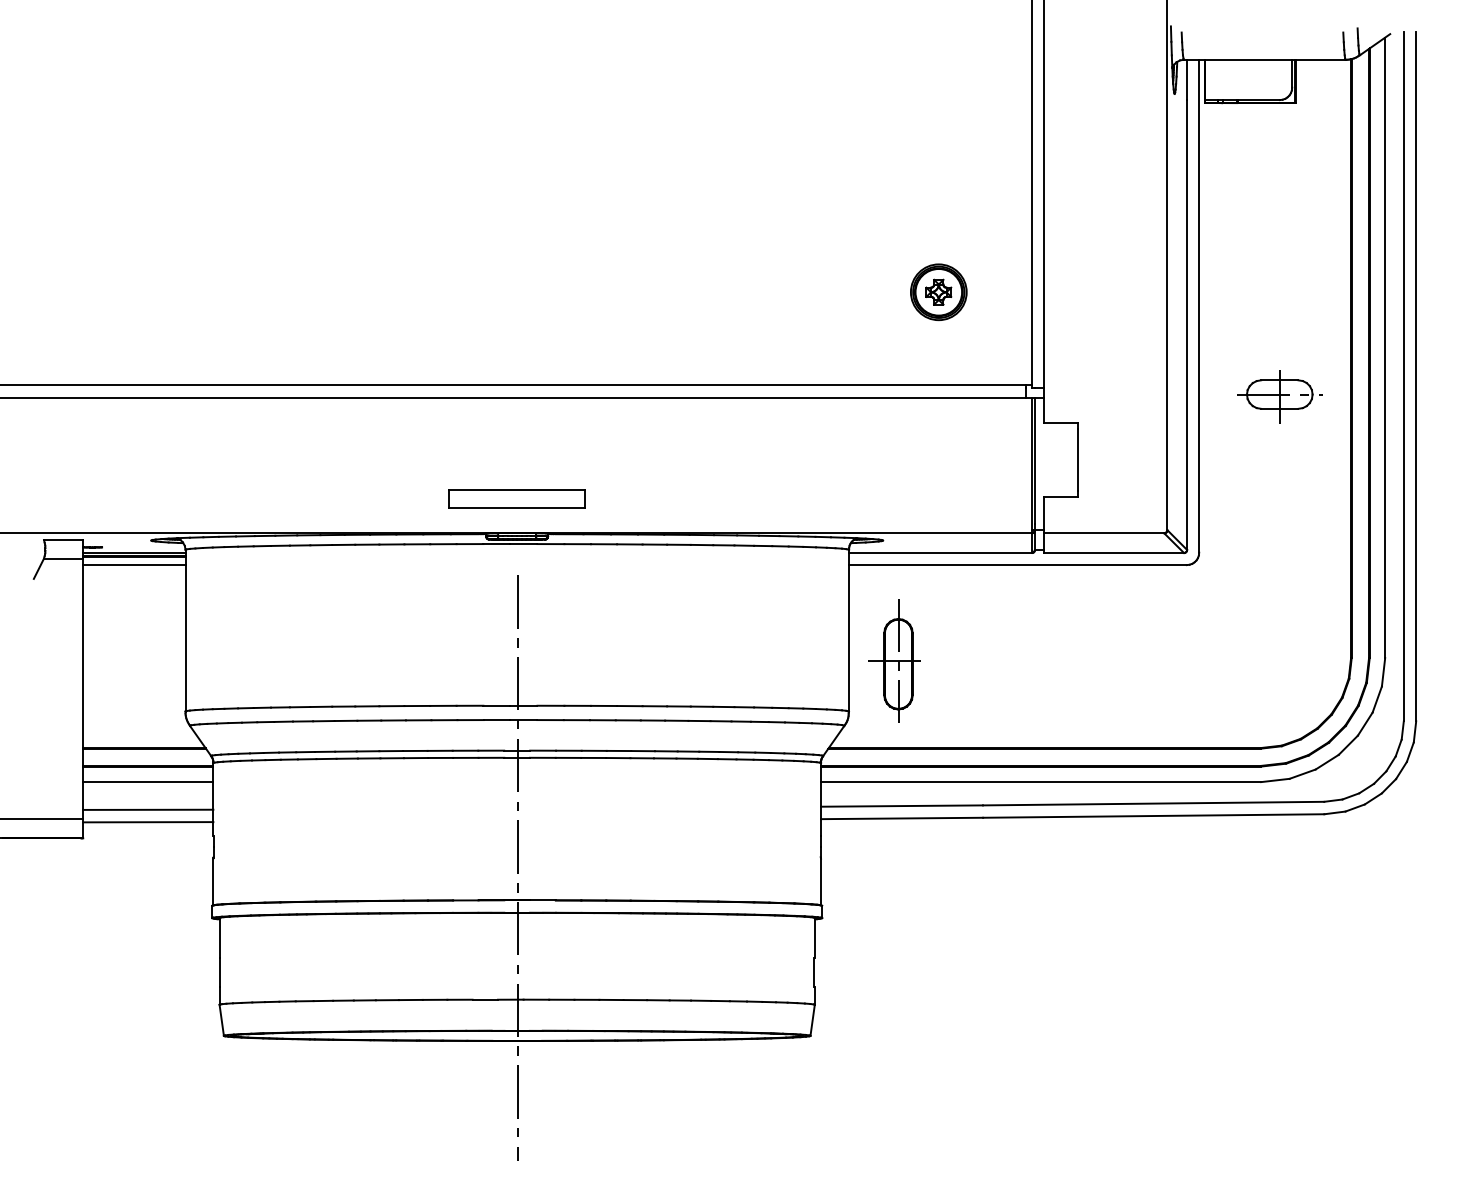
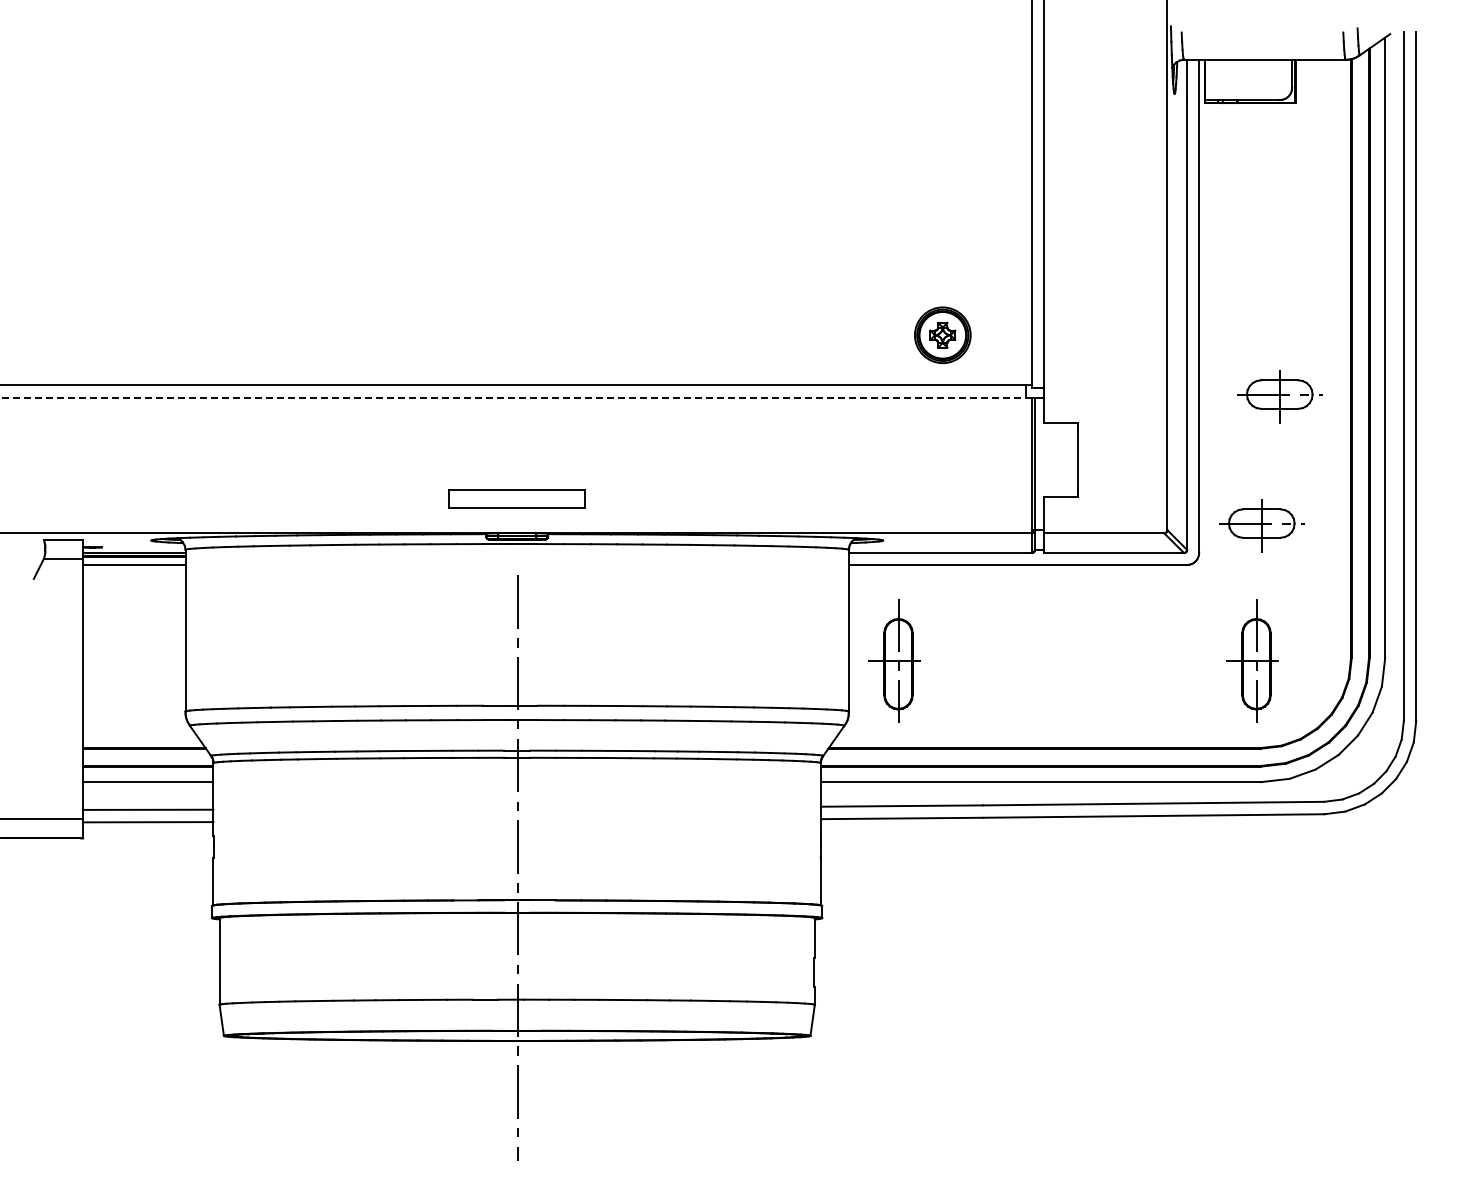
part at (938, 292) position: (938, 292) -> (942, 335)
line at (515, 397): solid -> dashed
part at (1261, 525): none -> present
part at (1252, 660): none -> present
